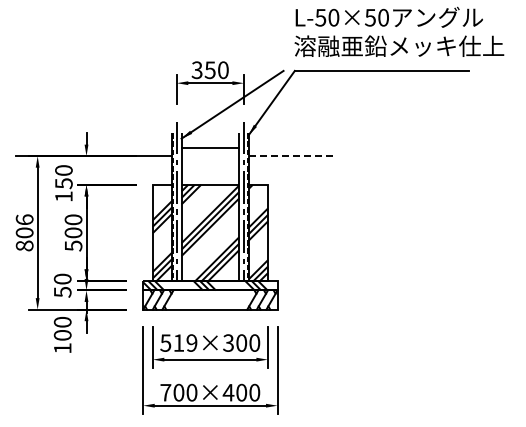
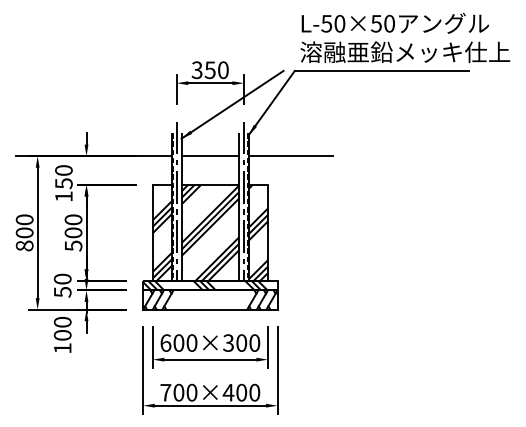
text at (399, 31) position: (399, 31) -> (405, 37)
line at (210, 148) position: (210, 148) -> (210, 156)
line at (291, 156): dashed -> solid
text at (24, 219): 806 -> 800
text at (178, 342): 519×300 -> 600×300
